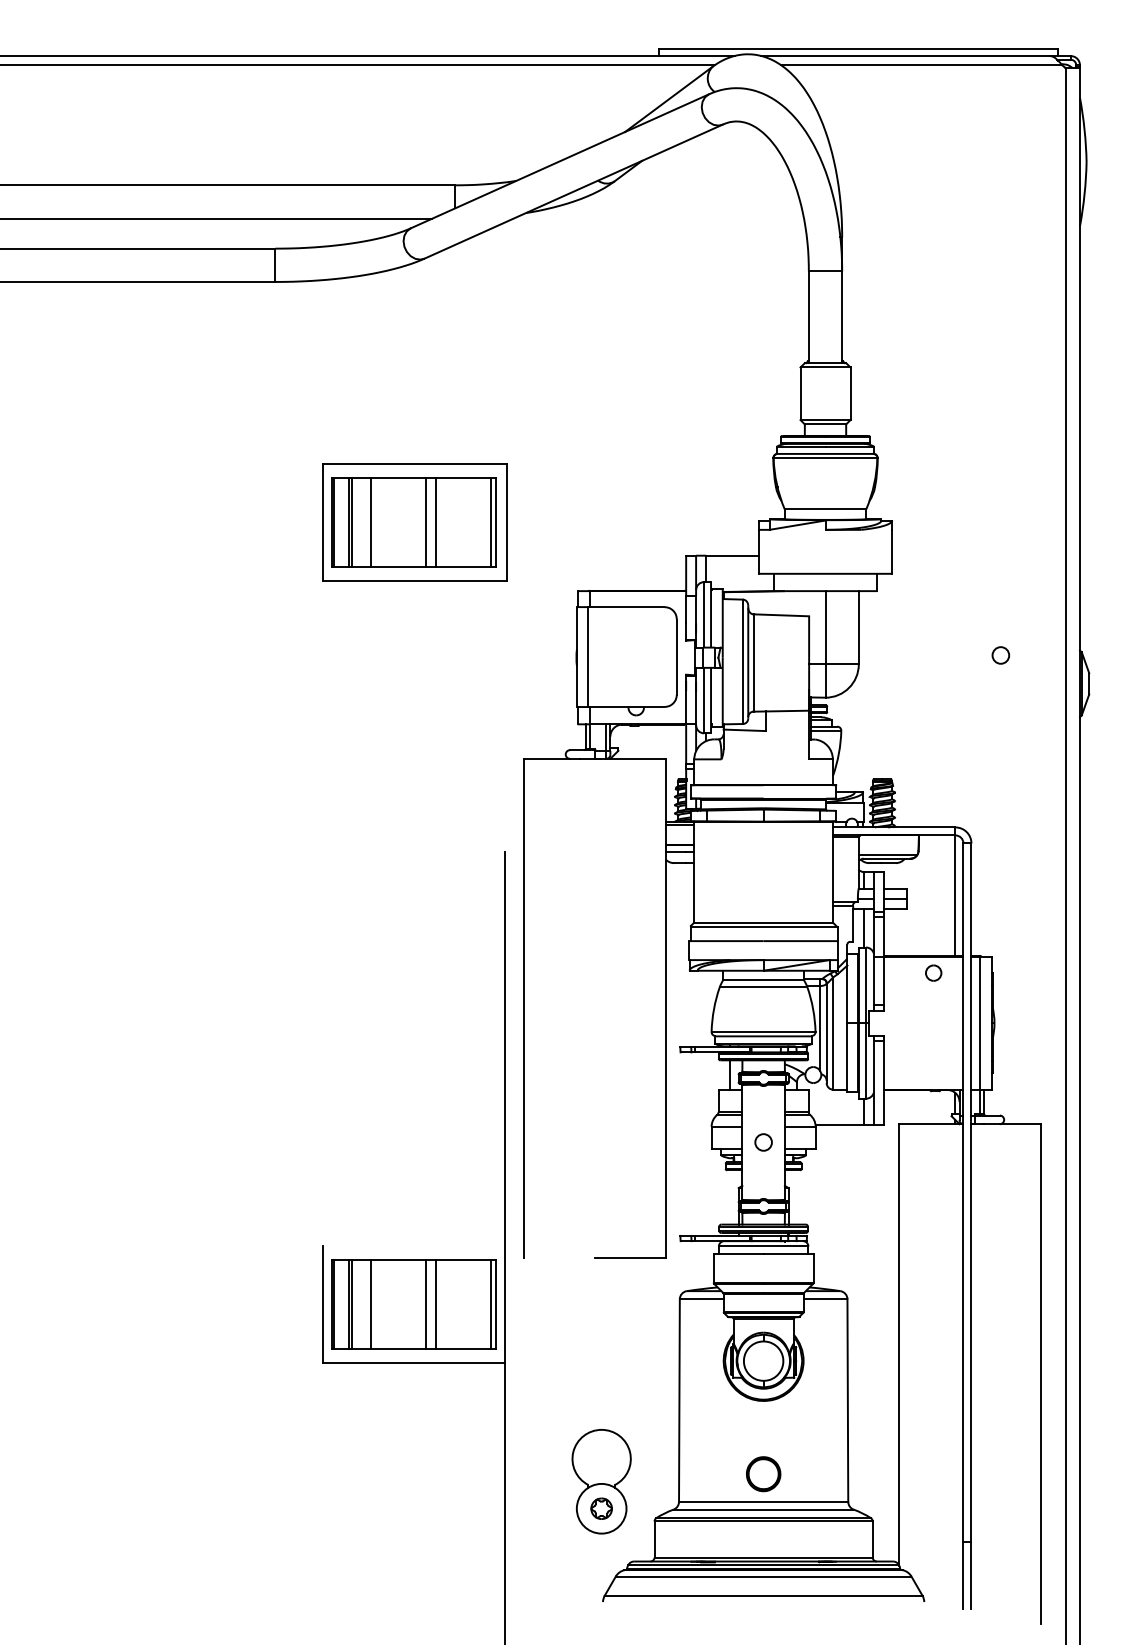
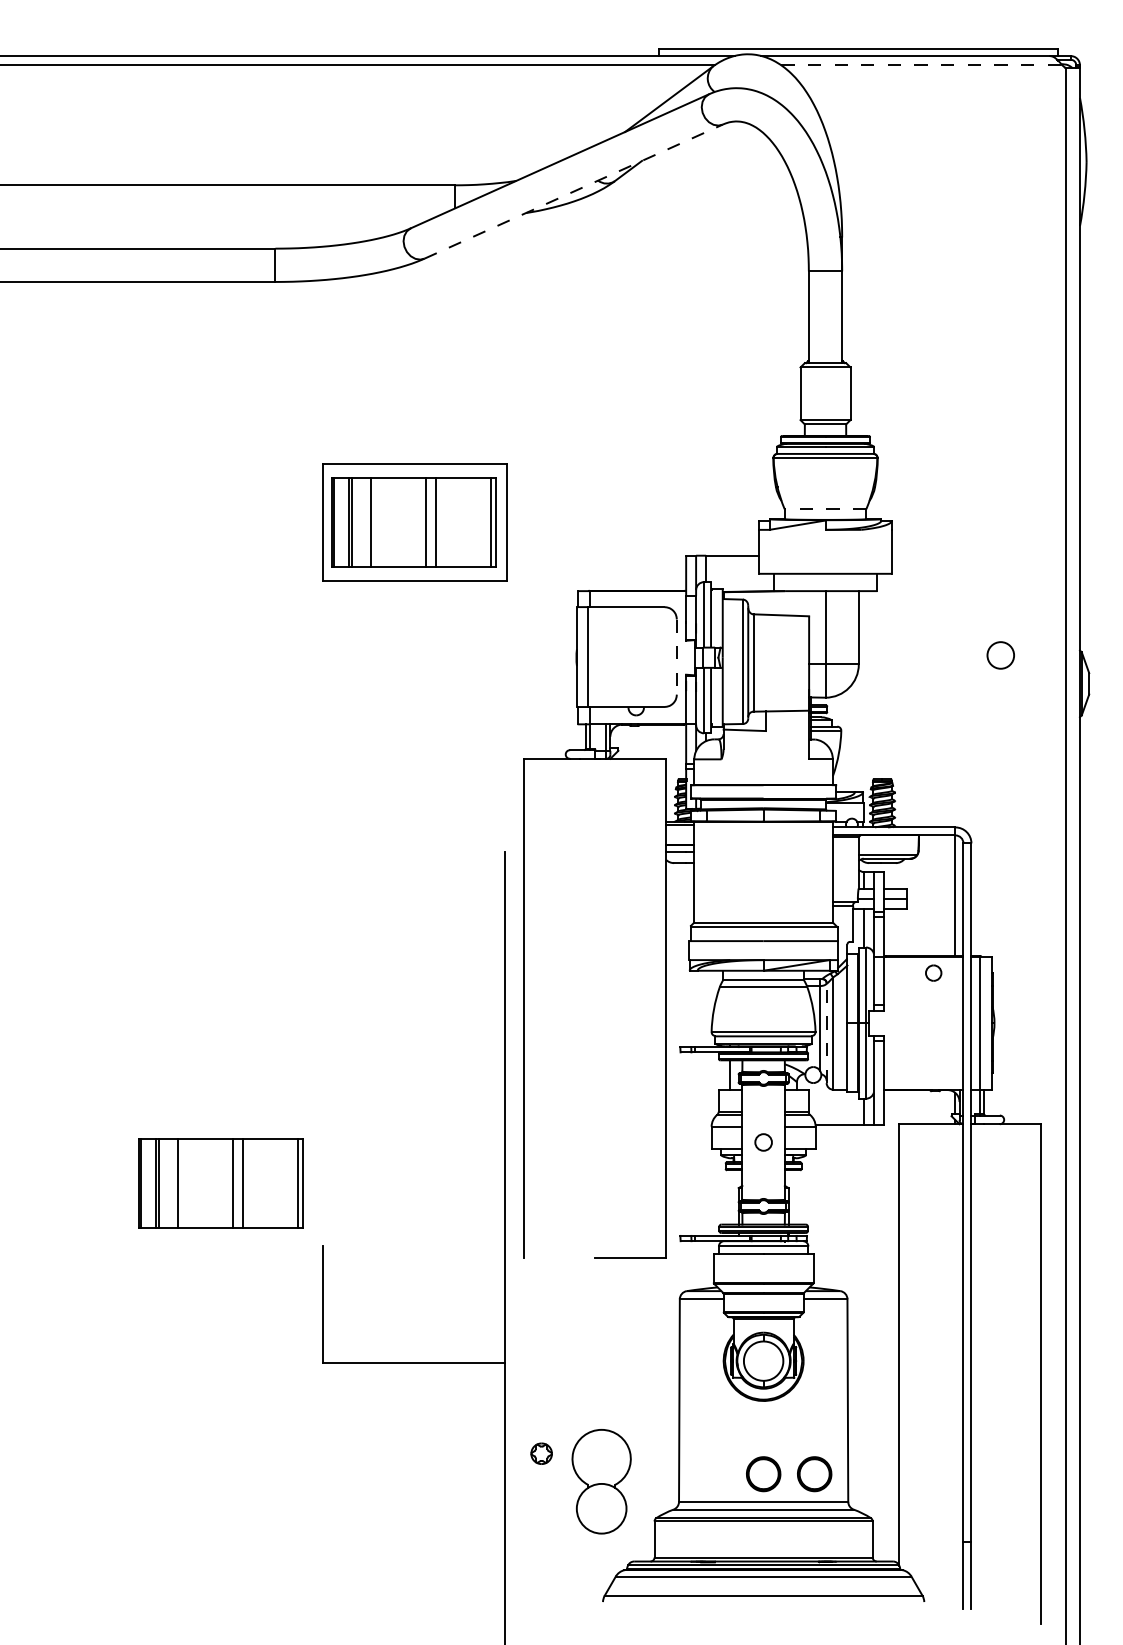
line at (921, 65): solid -> dashed
line at (574, 191): solid -> dashed
line at (217, 218): present -> none
line at (825, 509): solid -> dashed
circle at (1000, 655) size: 20x19 px -> 29x29 px
line at (676, 657): solid -> dashed
line at (826, 1033): solid -> dashed
part at (413, 1304) position: (413, 1304) -> (220, 1183)
part at (814, 1474): none -> present
part at (601, 1508) position: (601, 1508) -> (541, 1453)
